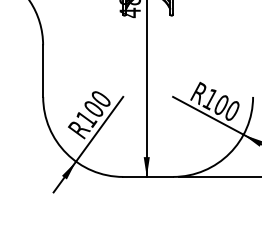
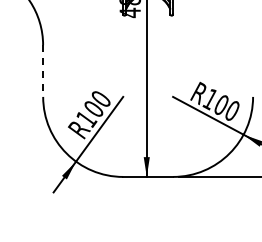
line at (43, 71): solid -> dashed
